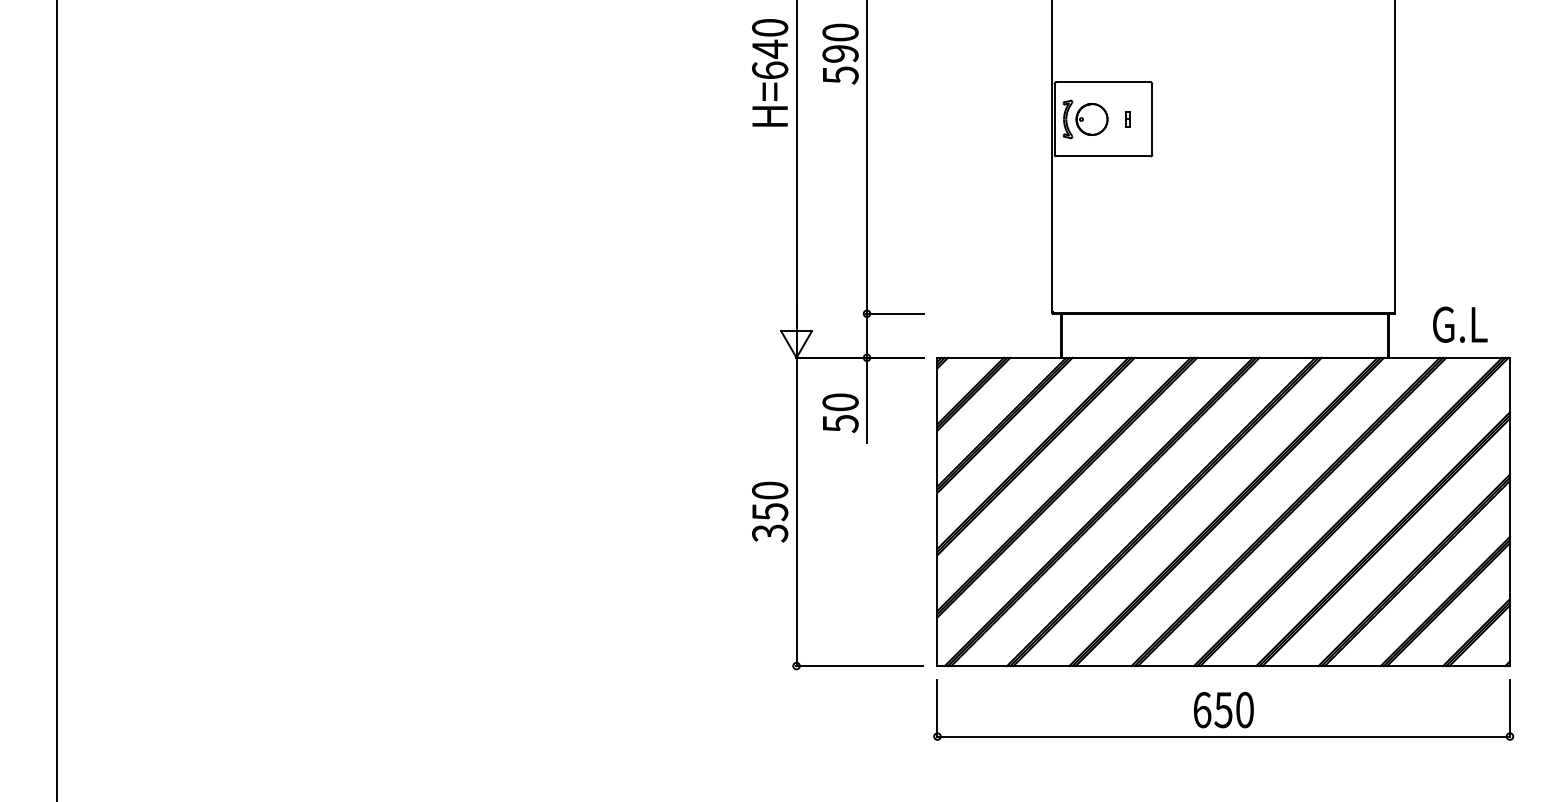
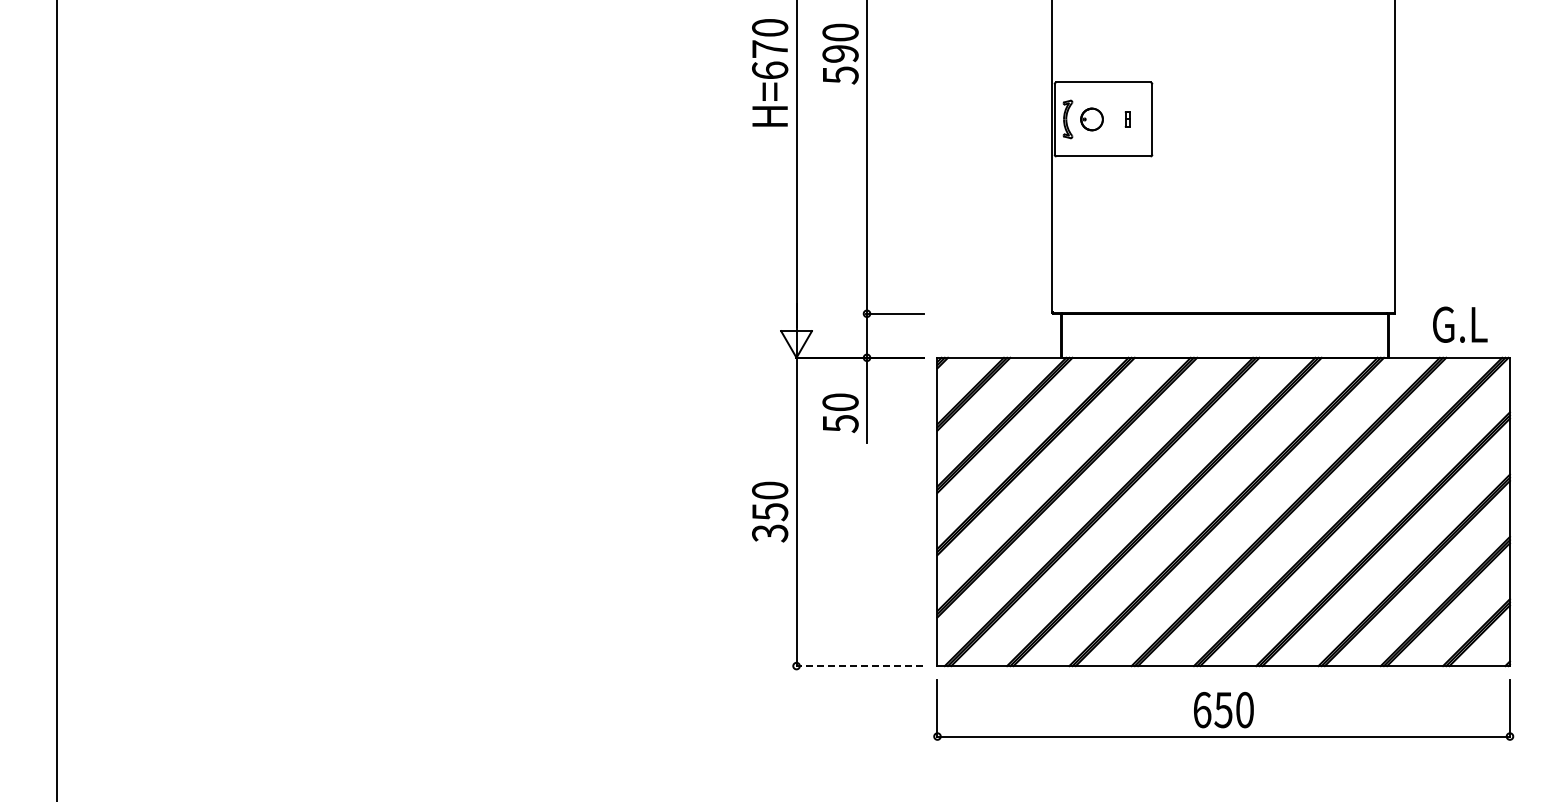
text at (769, 48): H=640 -> H=670
part at (1091, 119) size: 34x33 px -> 24x25 px
line at (859, 666): solid -> dashed
